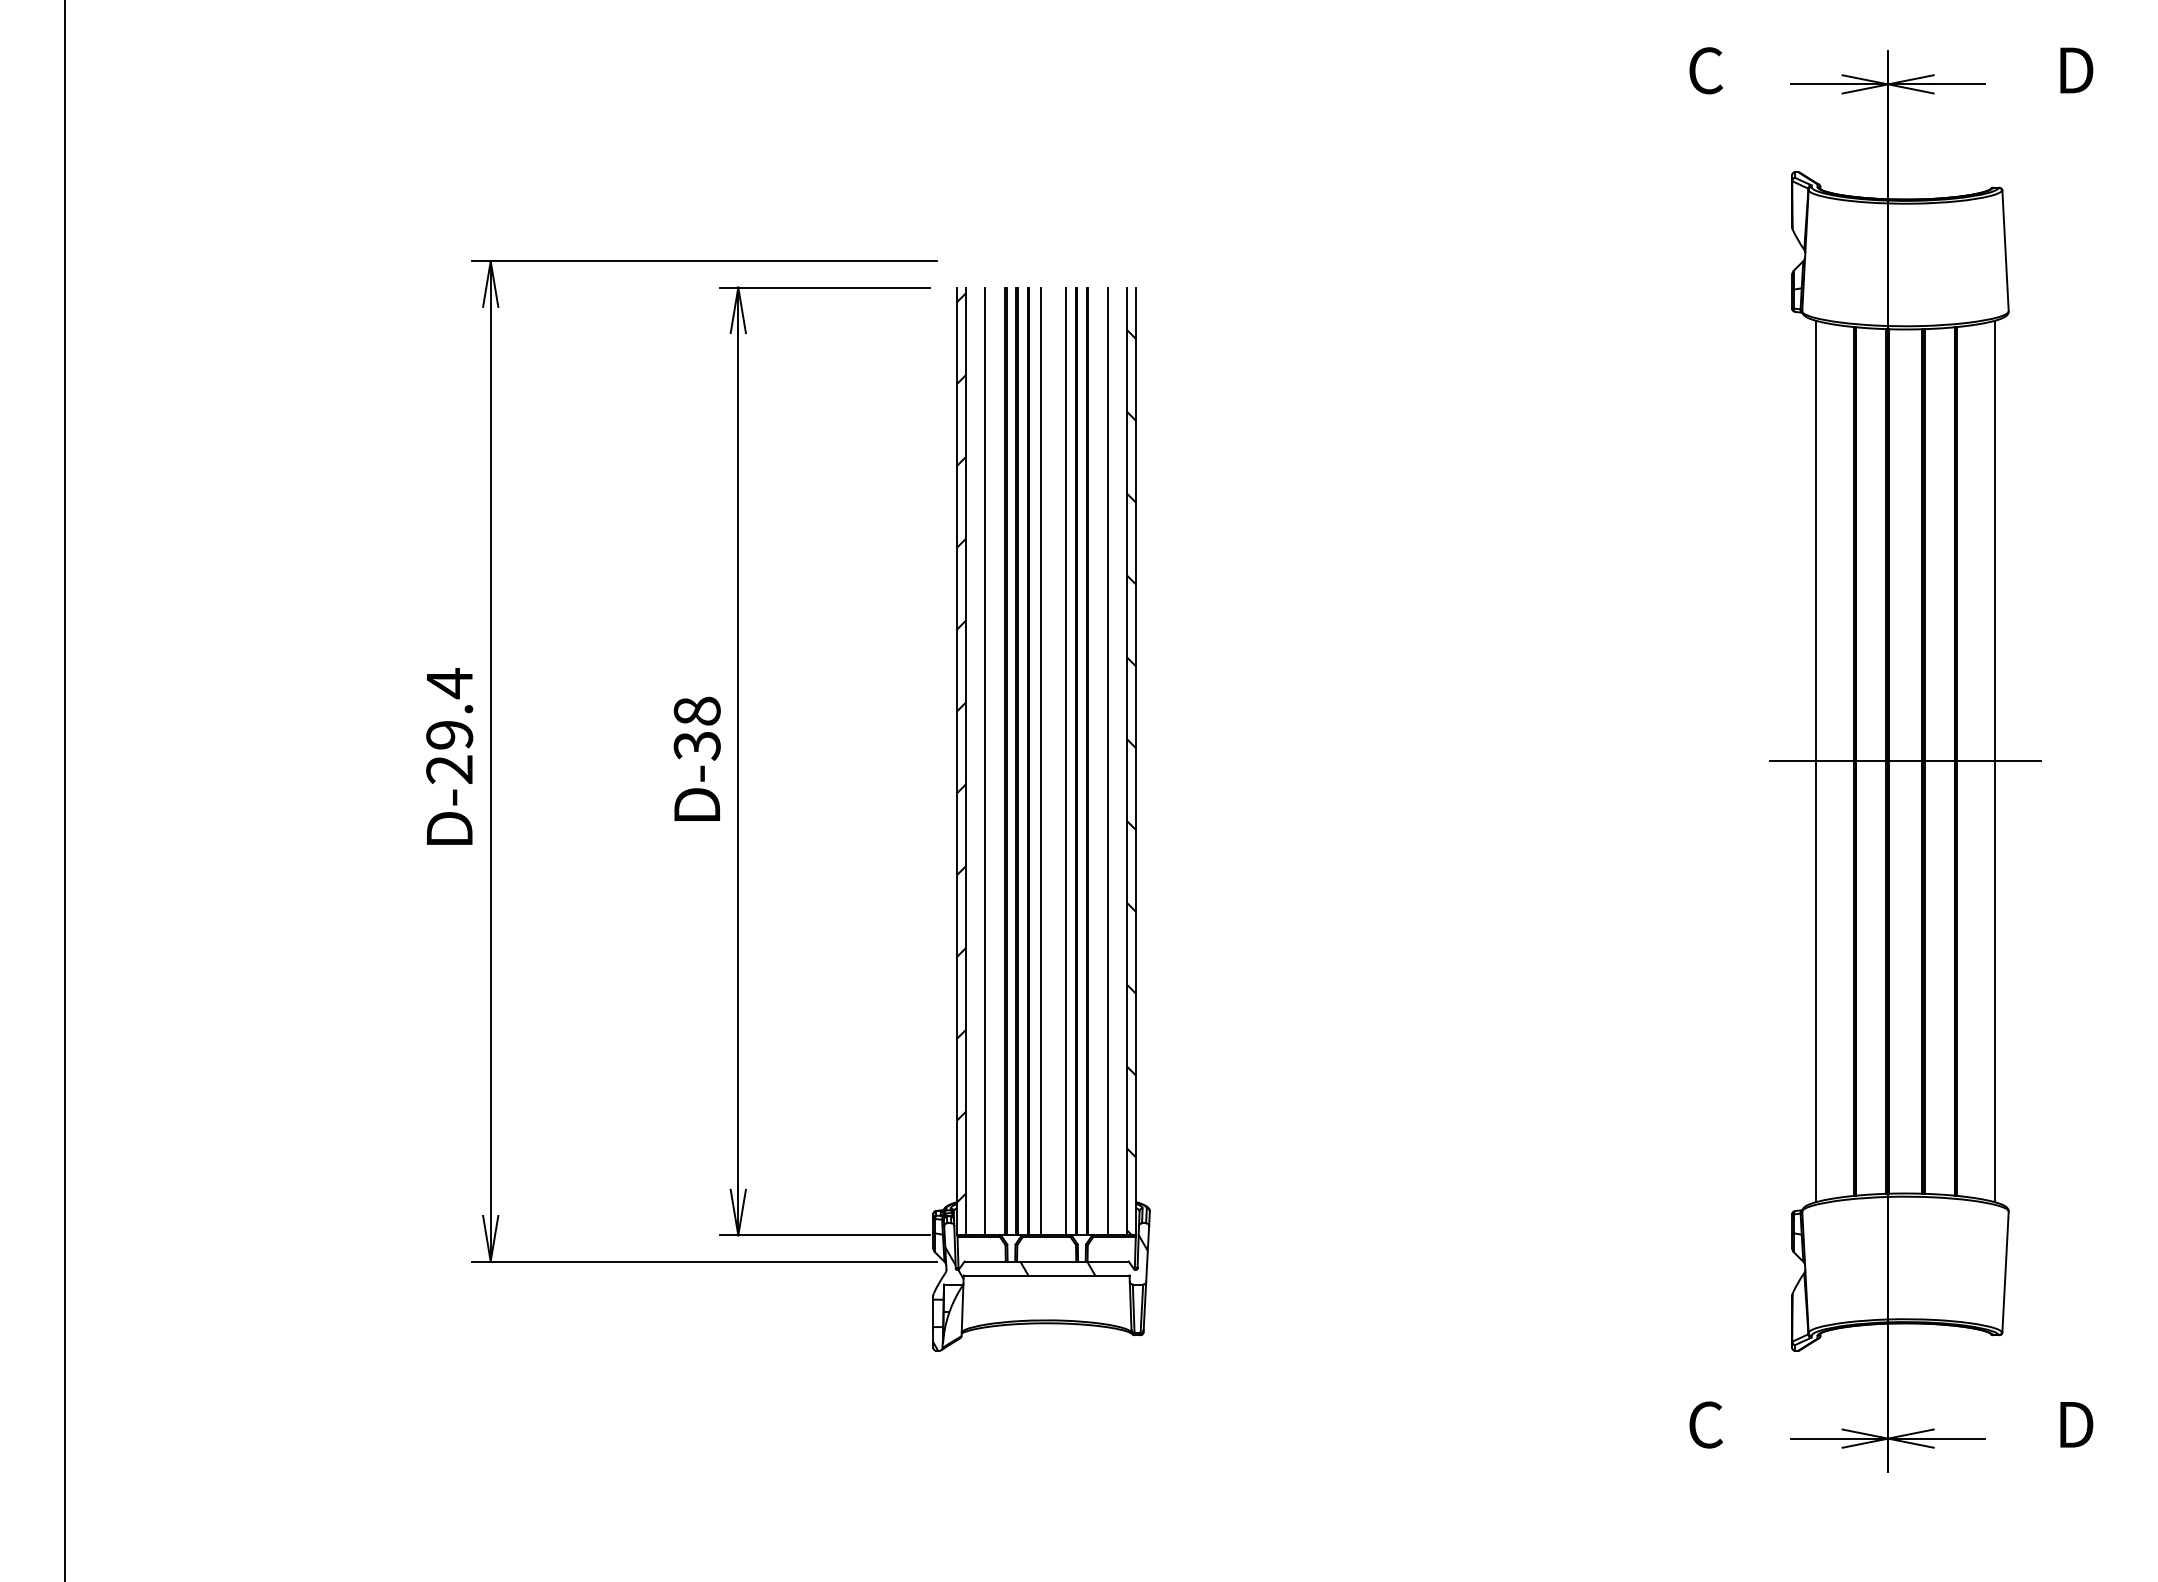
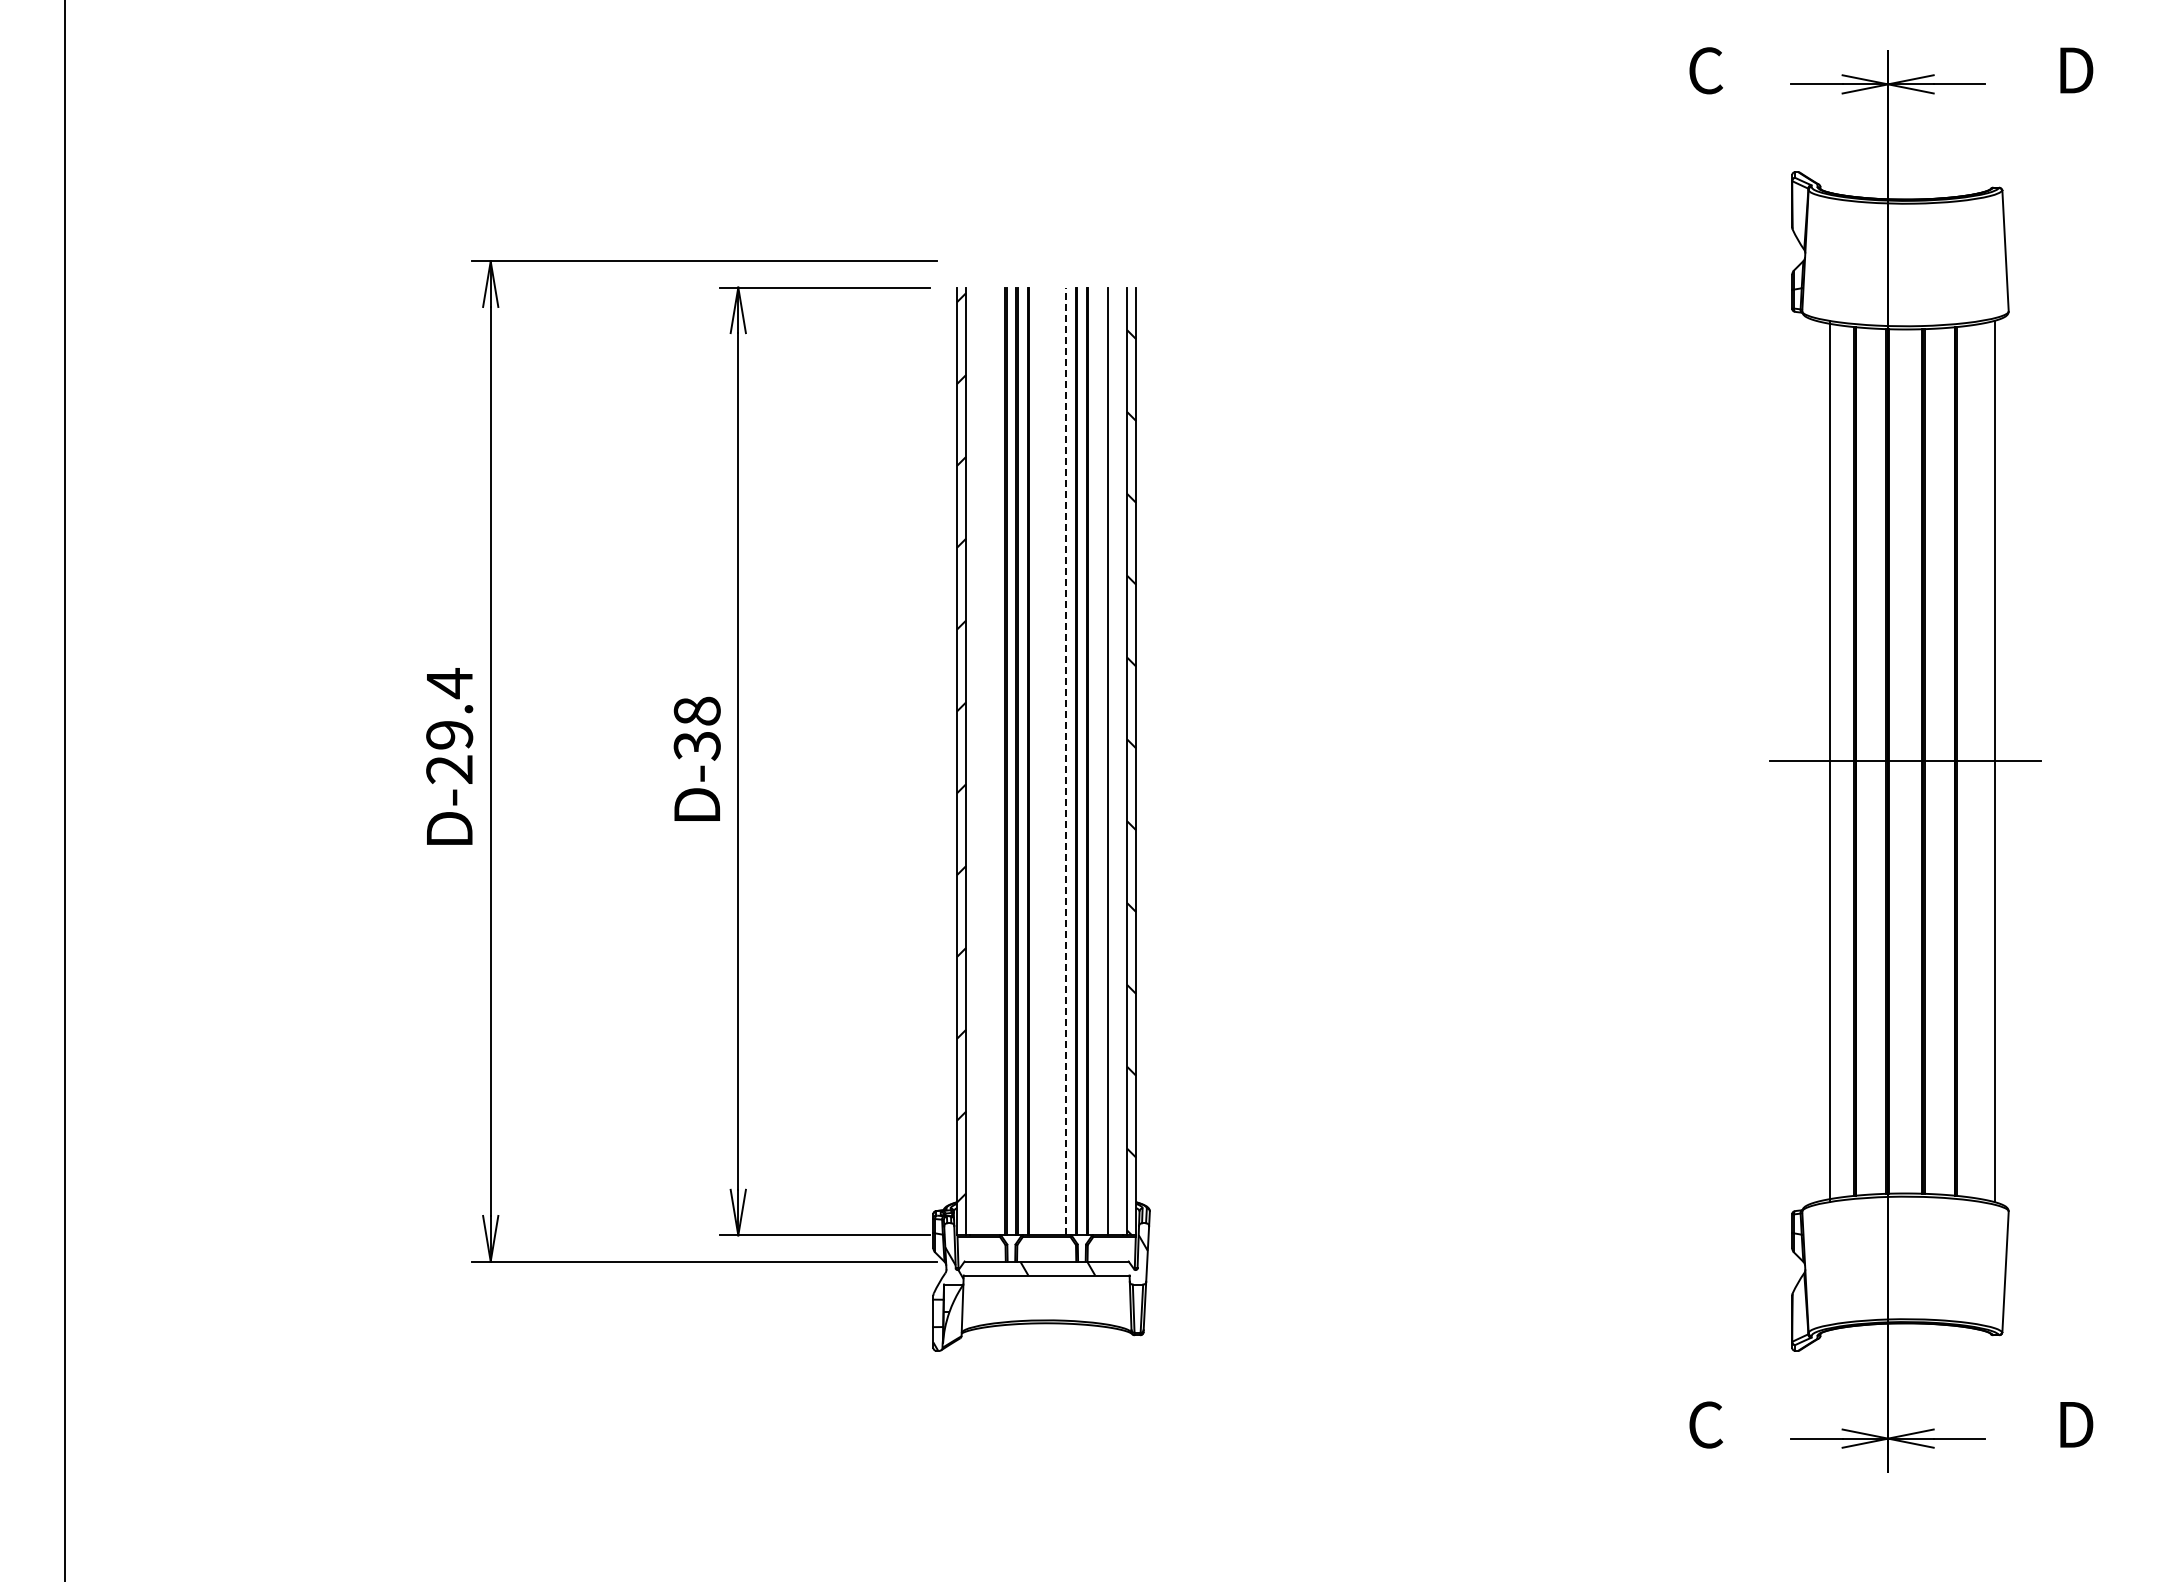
line at (984, 761): present -> none
line at (1040, 761): present -> none
line at (1066, 761): solid -> dashed
line at (1815, 761) position: (1815, 761) -> (1829, 761)
